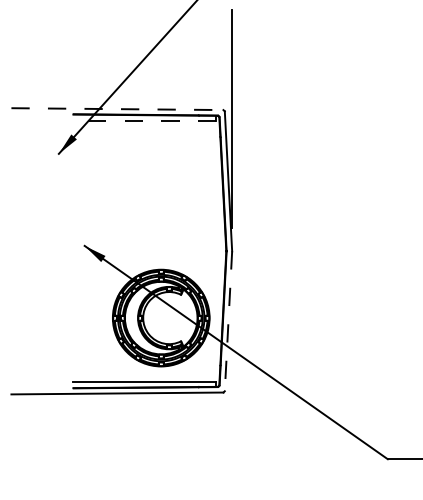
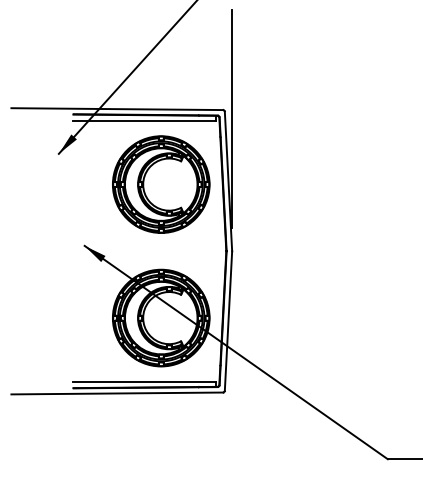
line at (117, 109): dashed -> solid
line at (144, 120): dashed -> solid
part at (161, 184): none -> present
line at (228, 321): dashed -> solid
